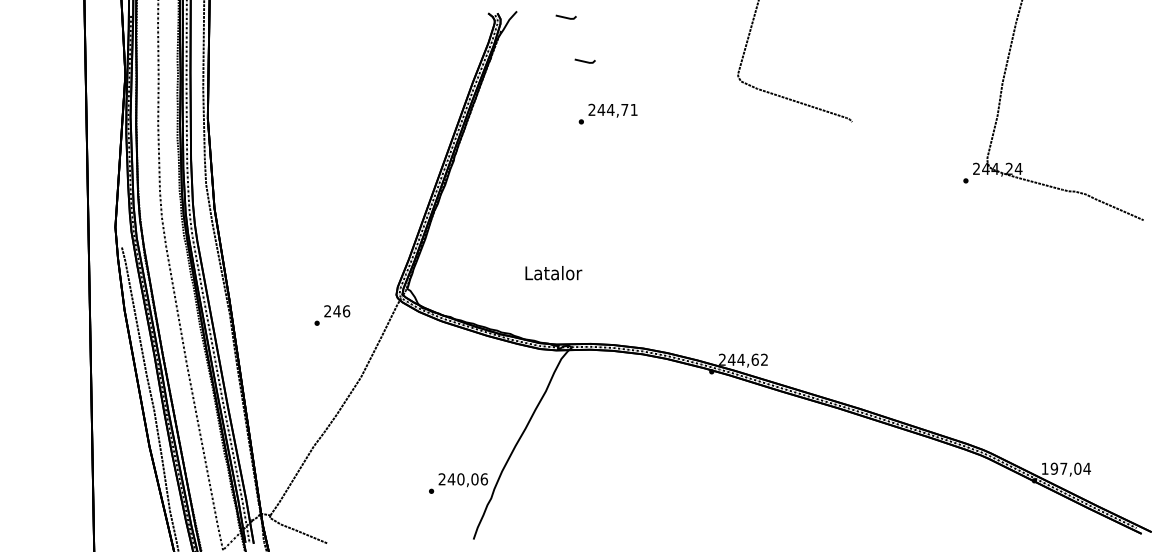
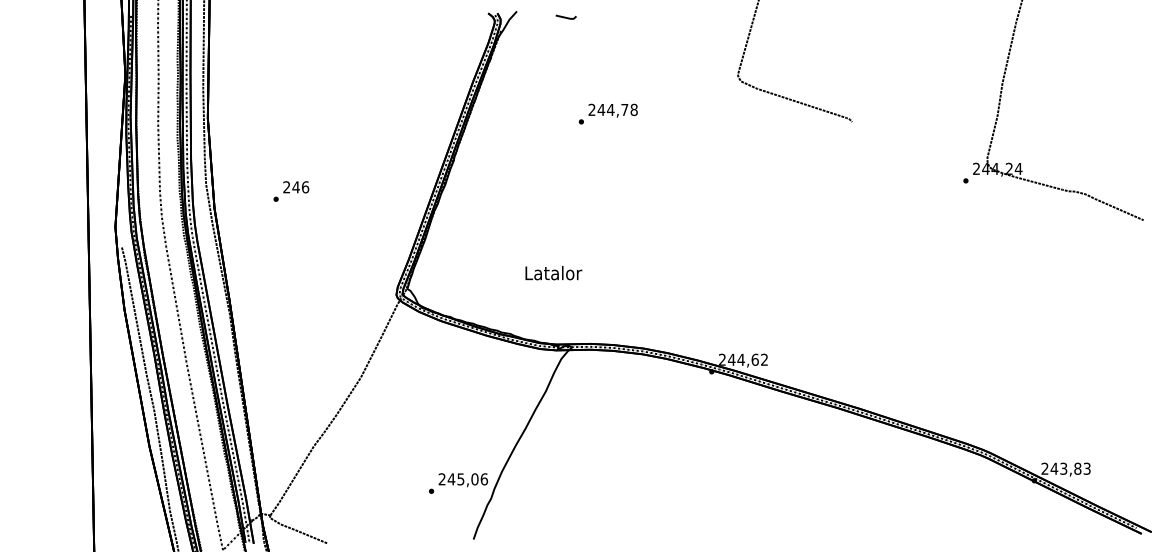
line at (584, 60): present -> none
text at (633, 109): 244,71 -> 244,78
text at (332, 315) position: (332, 315) -> (291, 191)
text at (1066, 468): 197,04 -> 243,83
text at (460, 479): 240,06 -> 245,06
